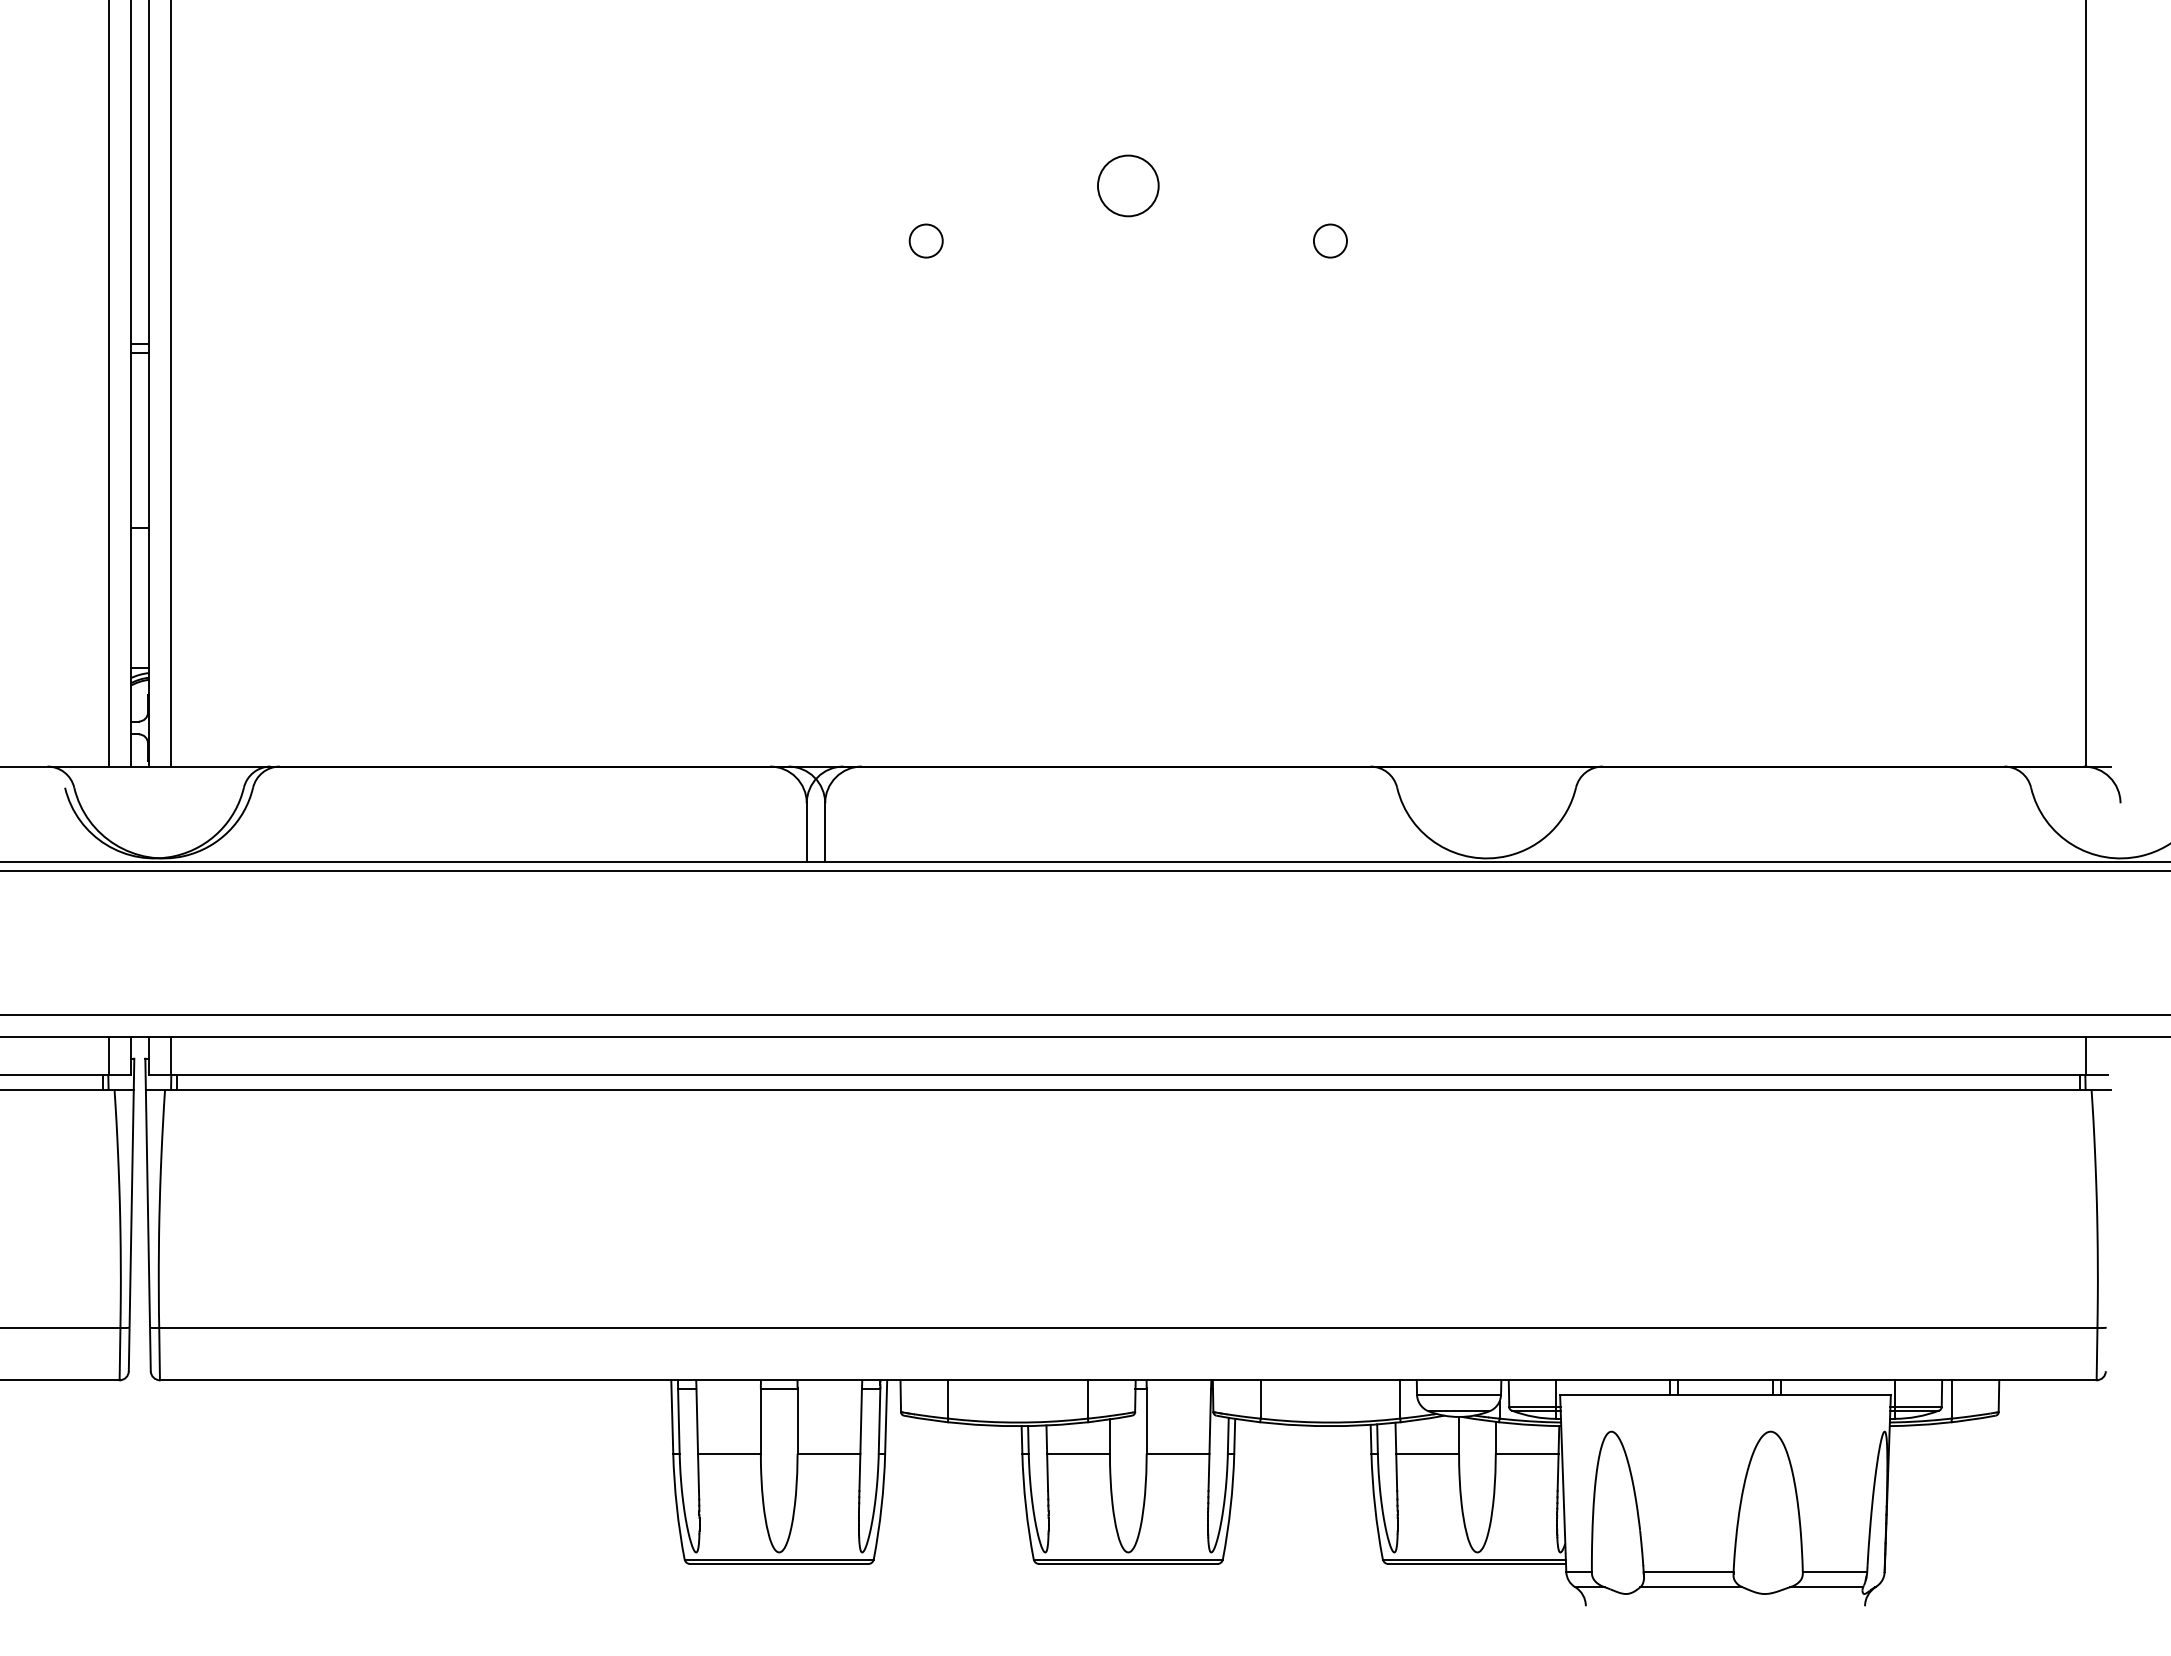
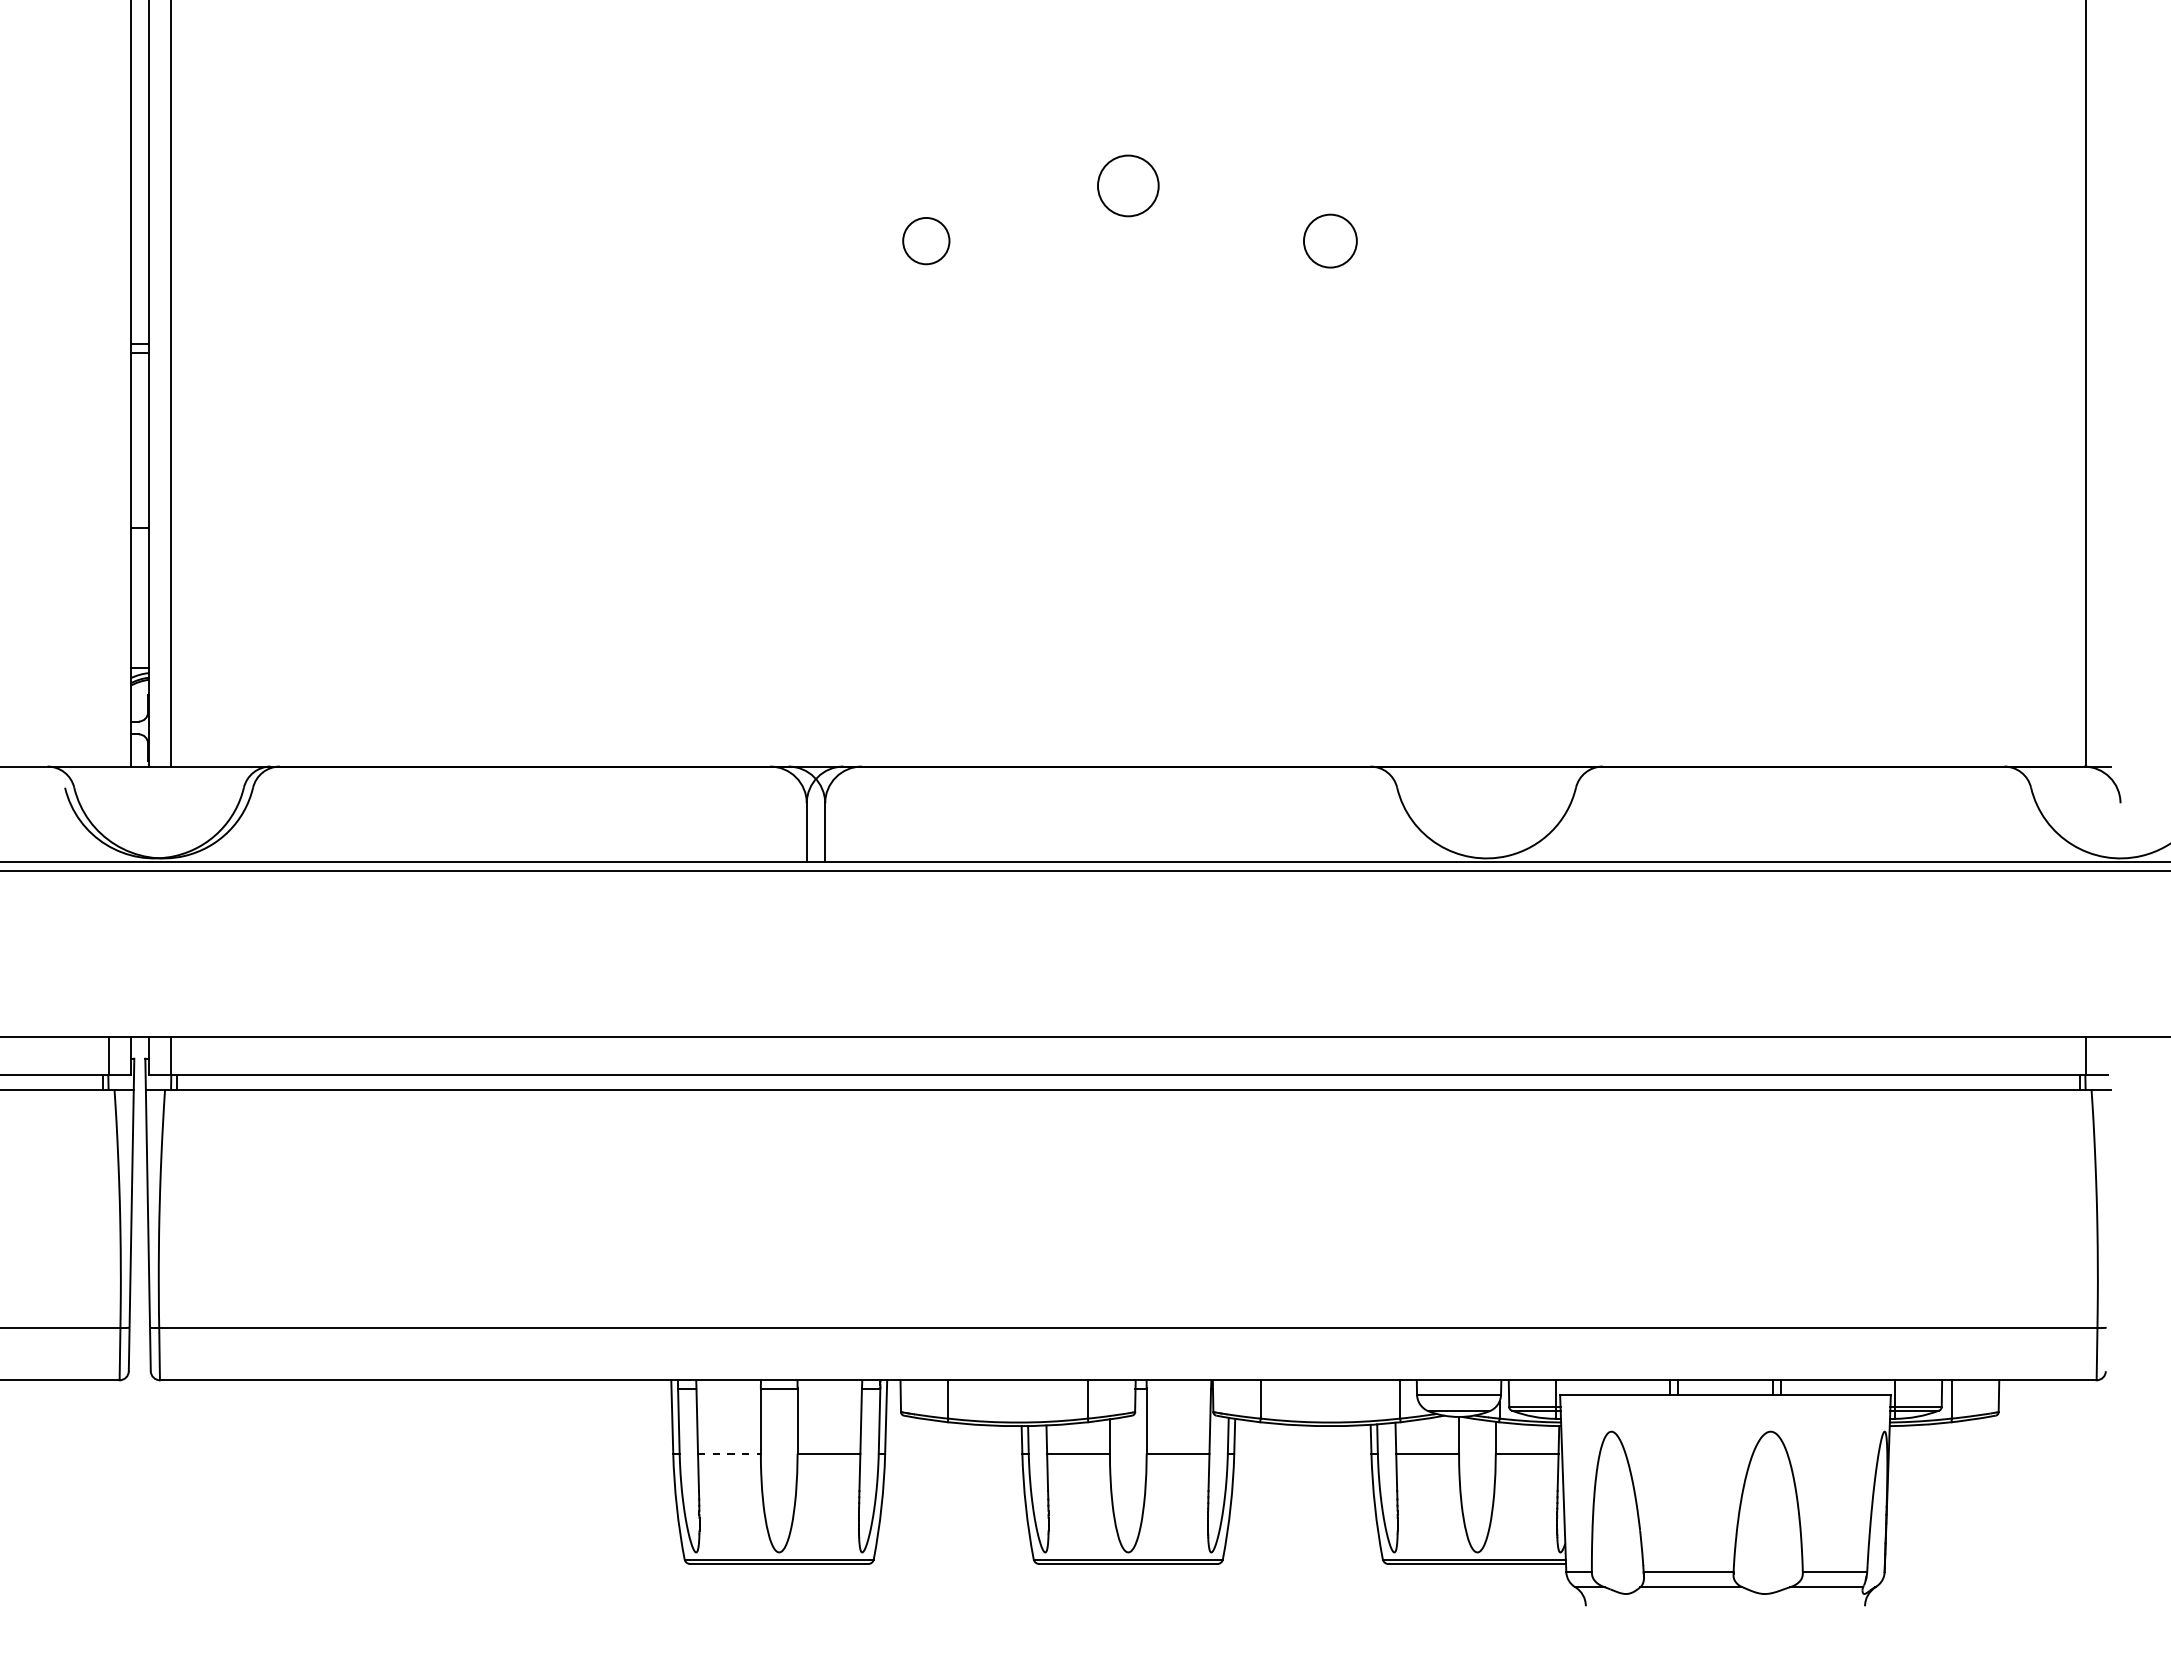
circle at (925, 240) size: 36x36 px -> 49x49 px
circle at (1330, 240) size: 35x36 px -> 55x56 px
line at (108, 384): present -> none
line at (1084, 1014): present -> none
line at (729, 1453): solid -> dashed
